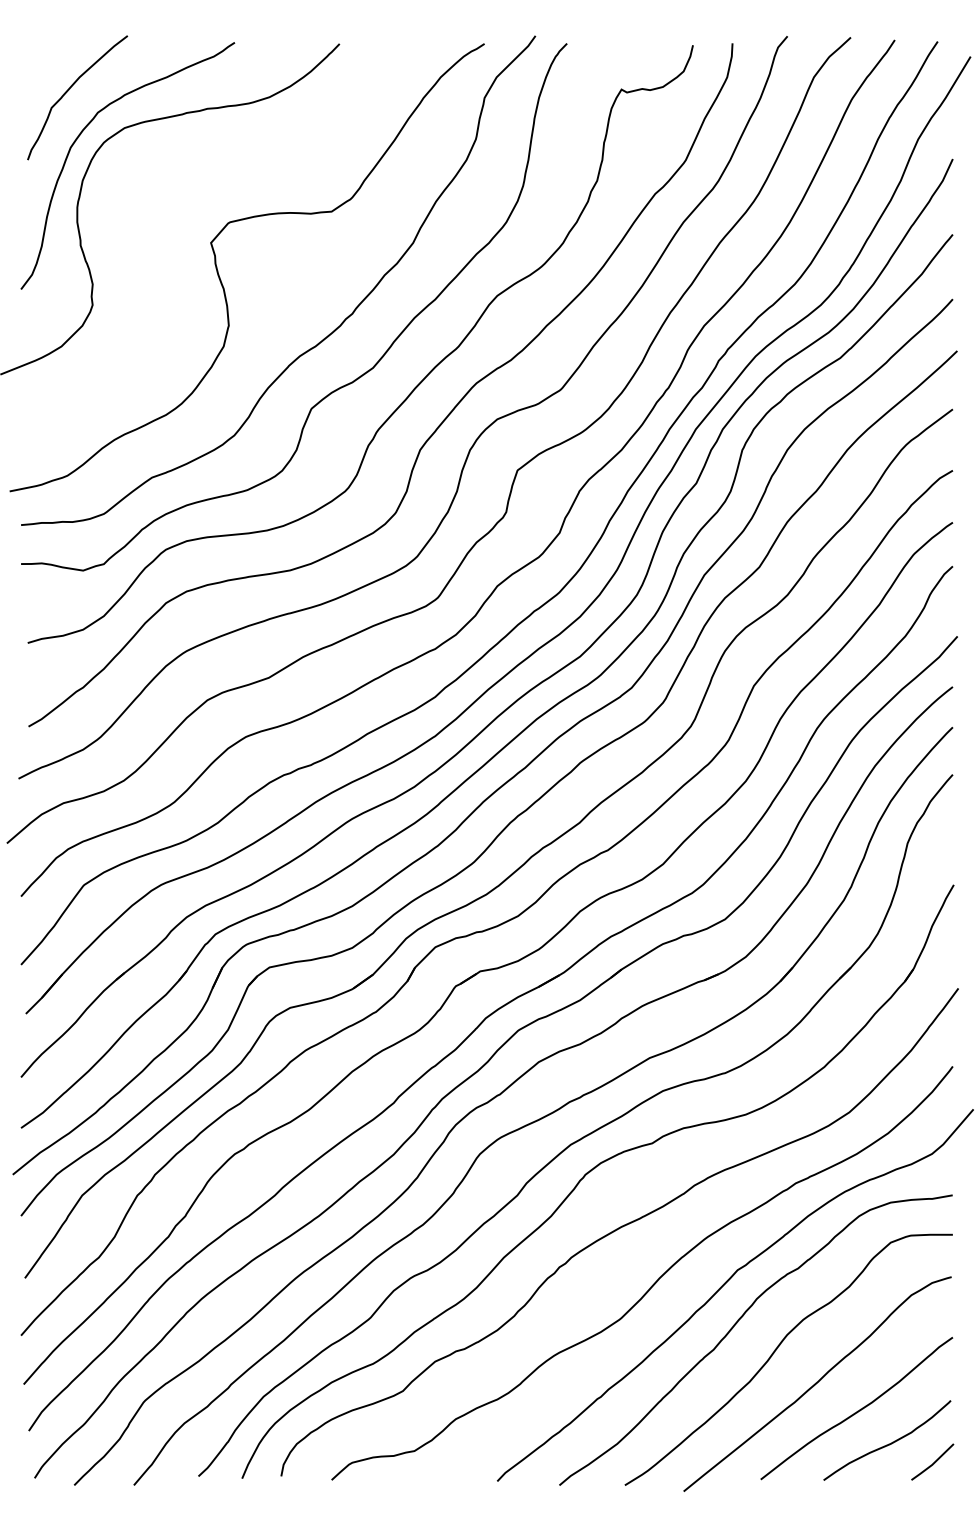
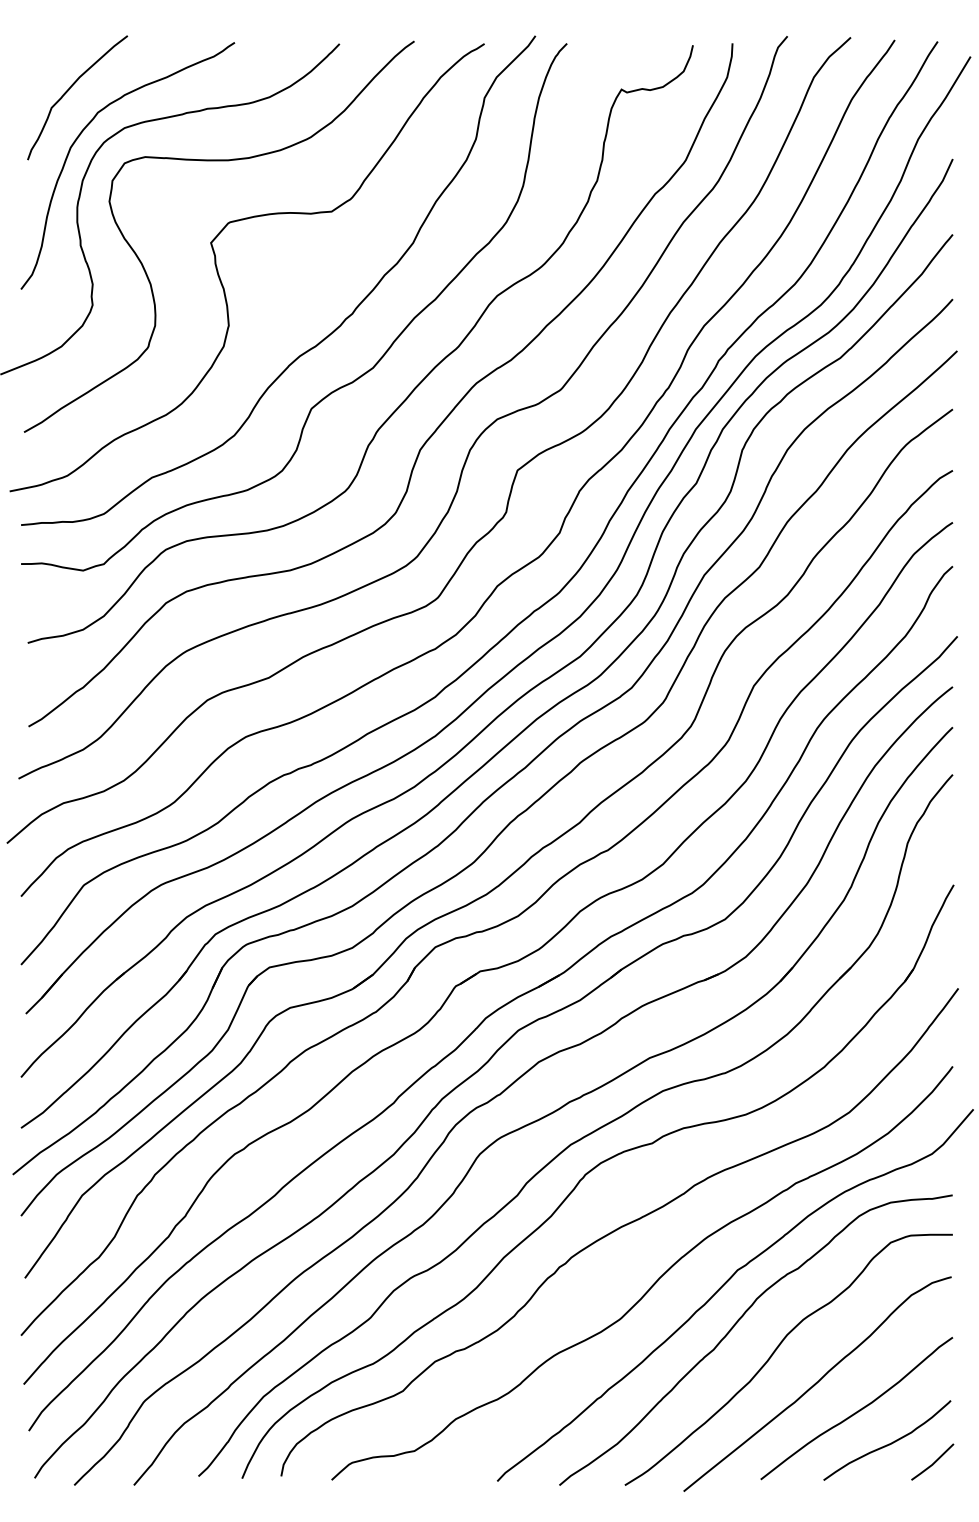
curve at (218, 161): none -> present
